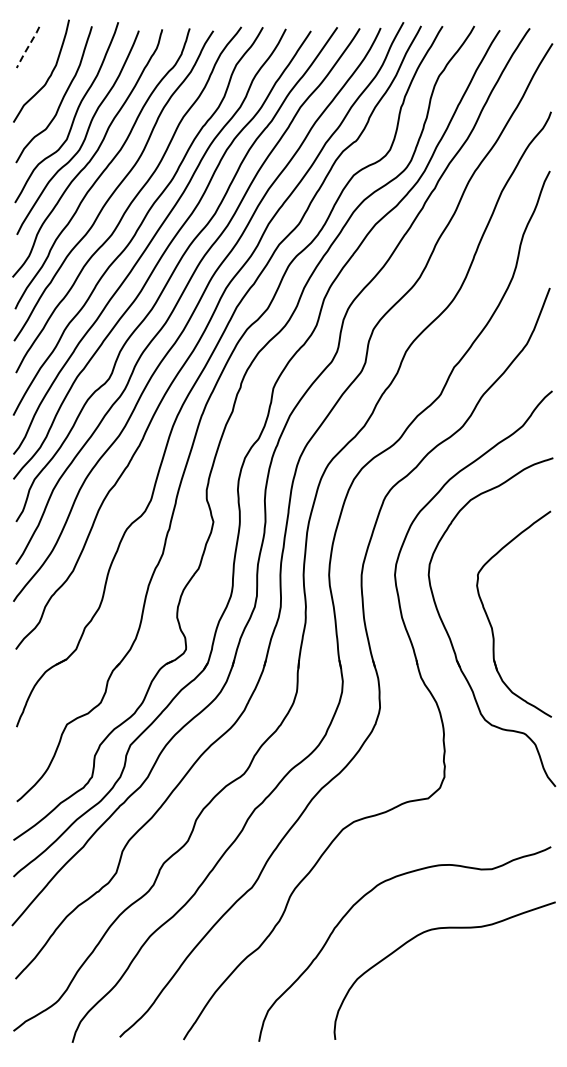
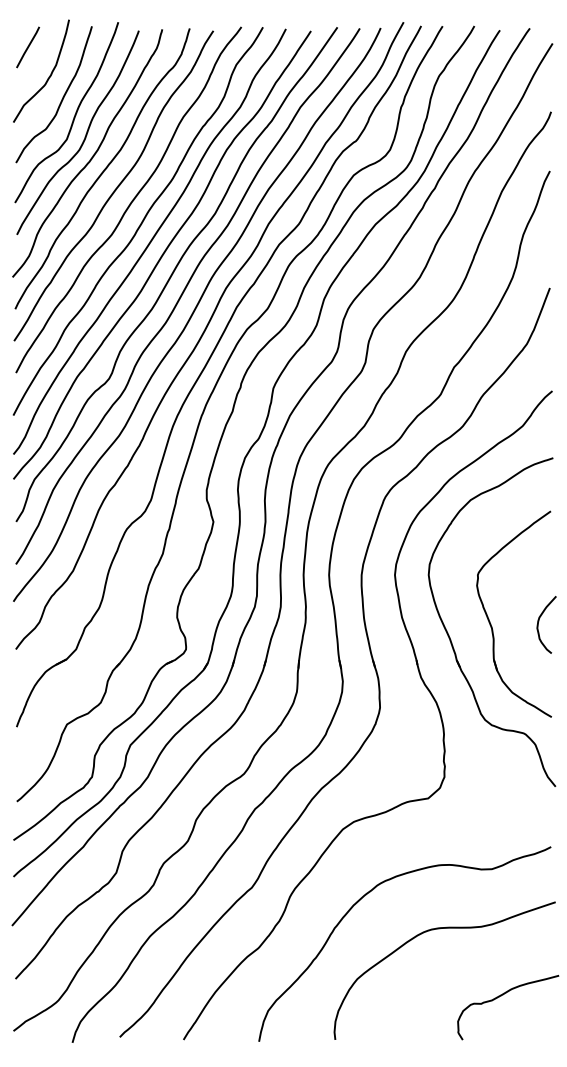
line at (28, 47): dashed -> solid
curve at (539, 621): none -> present
curve at (503, 995): none -> present
